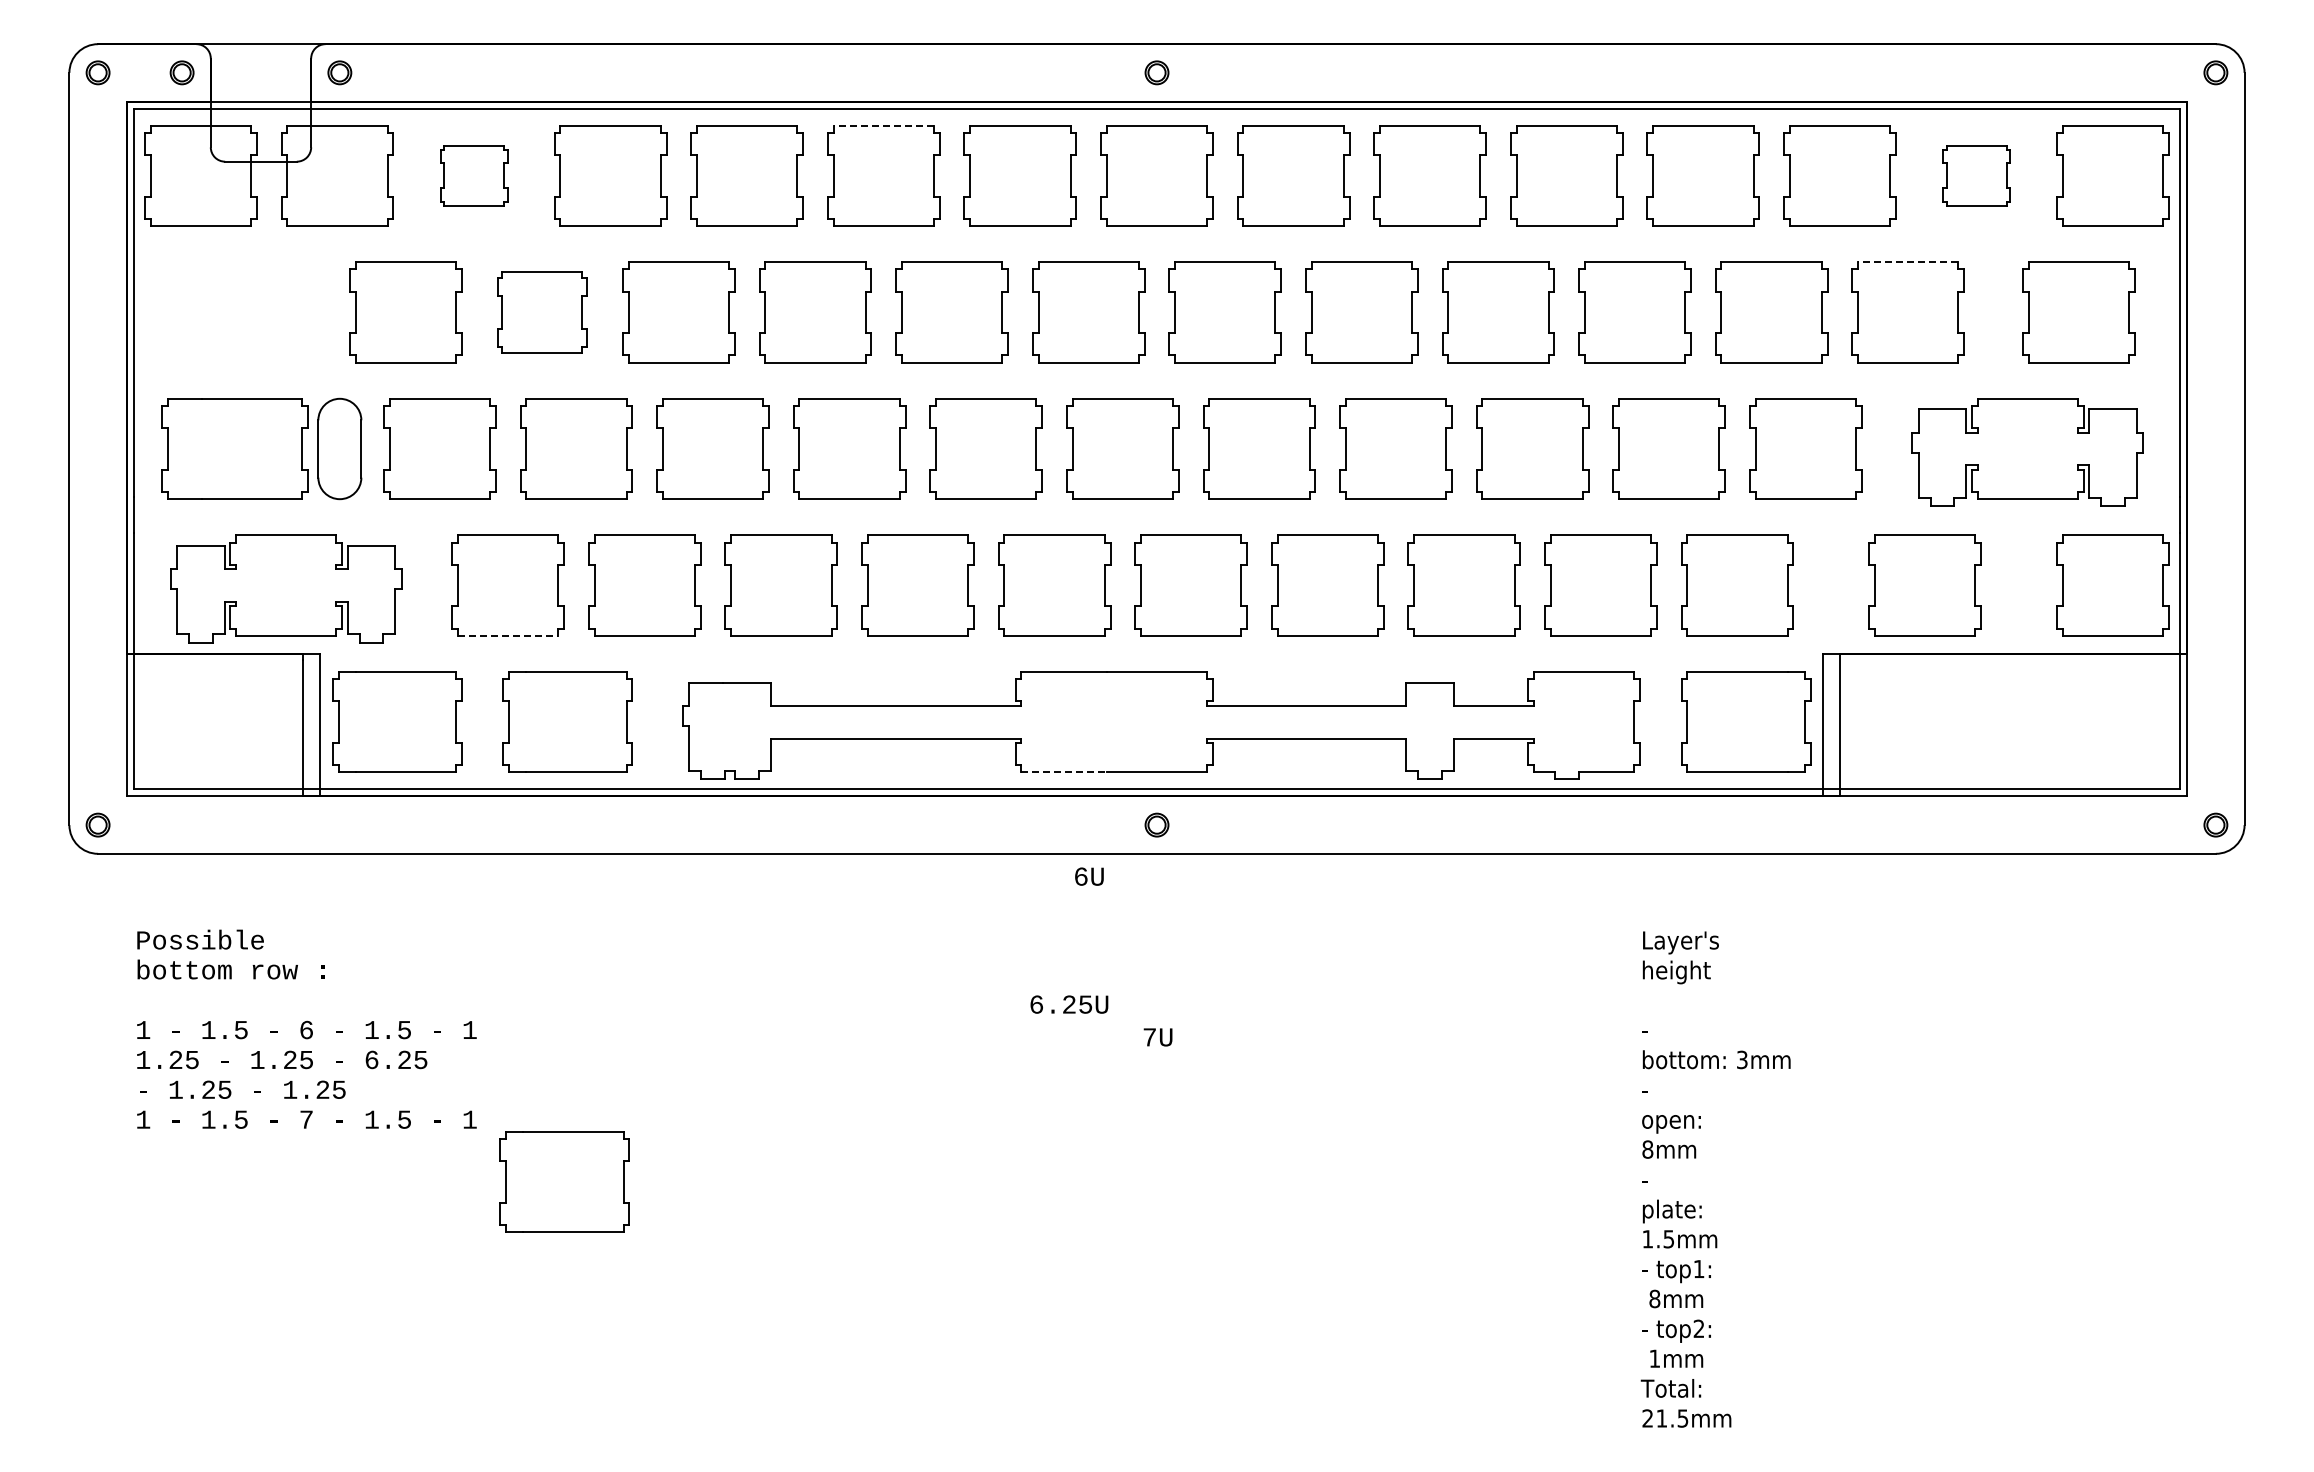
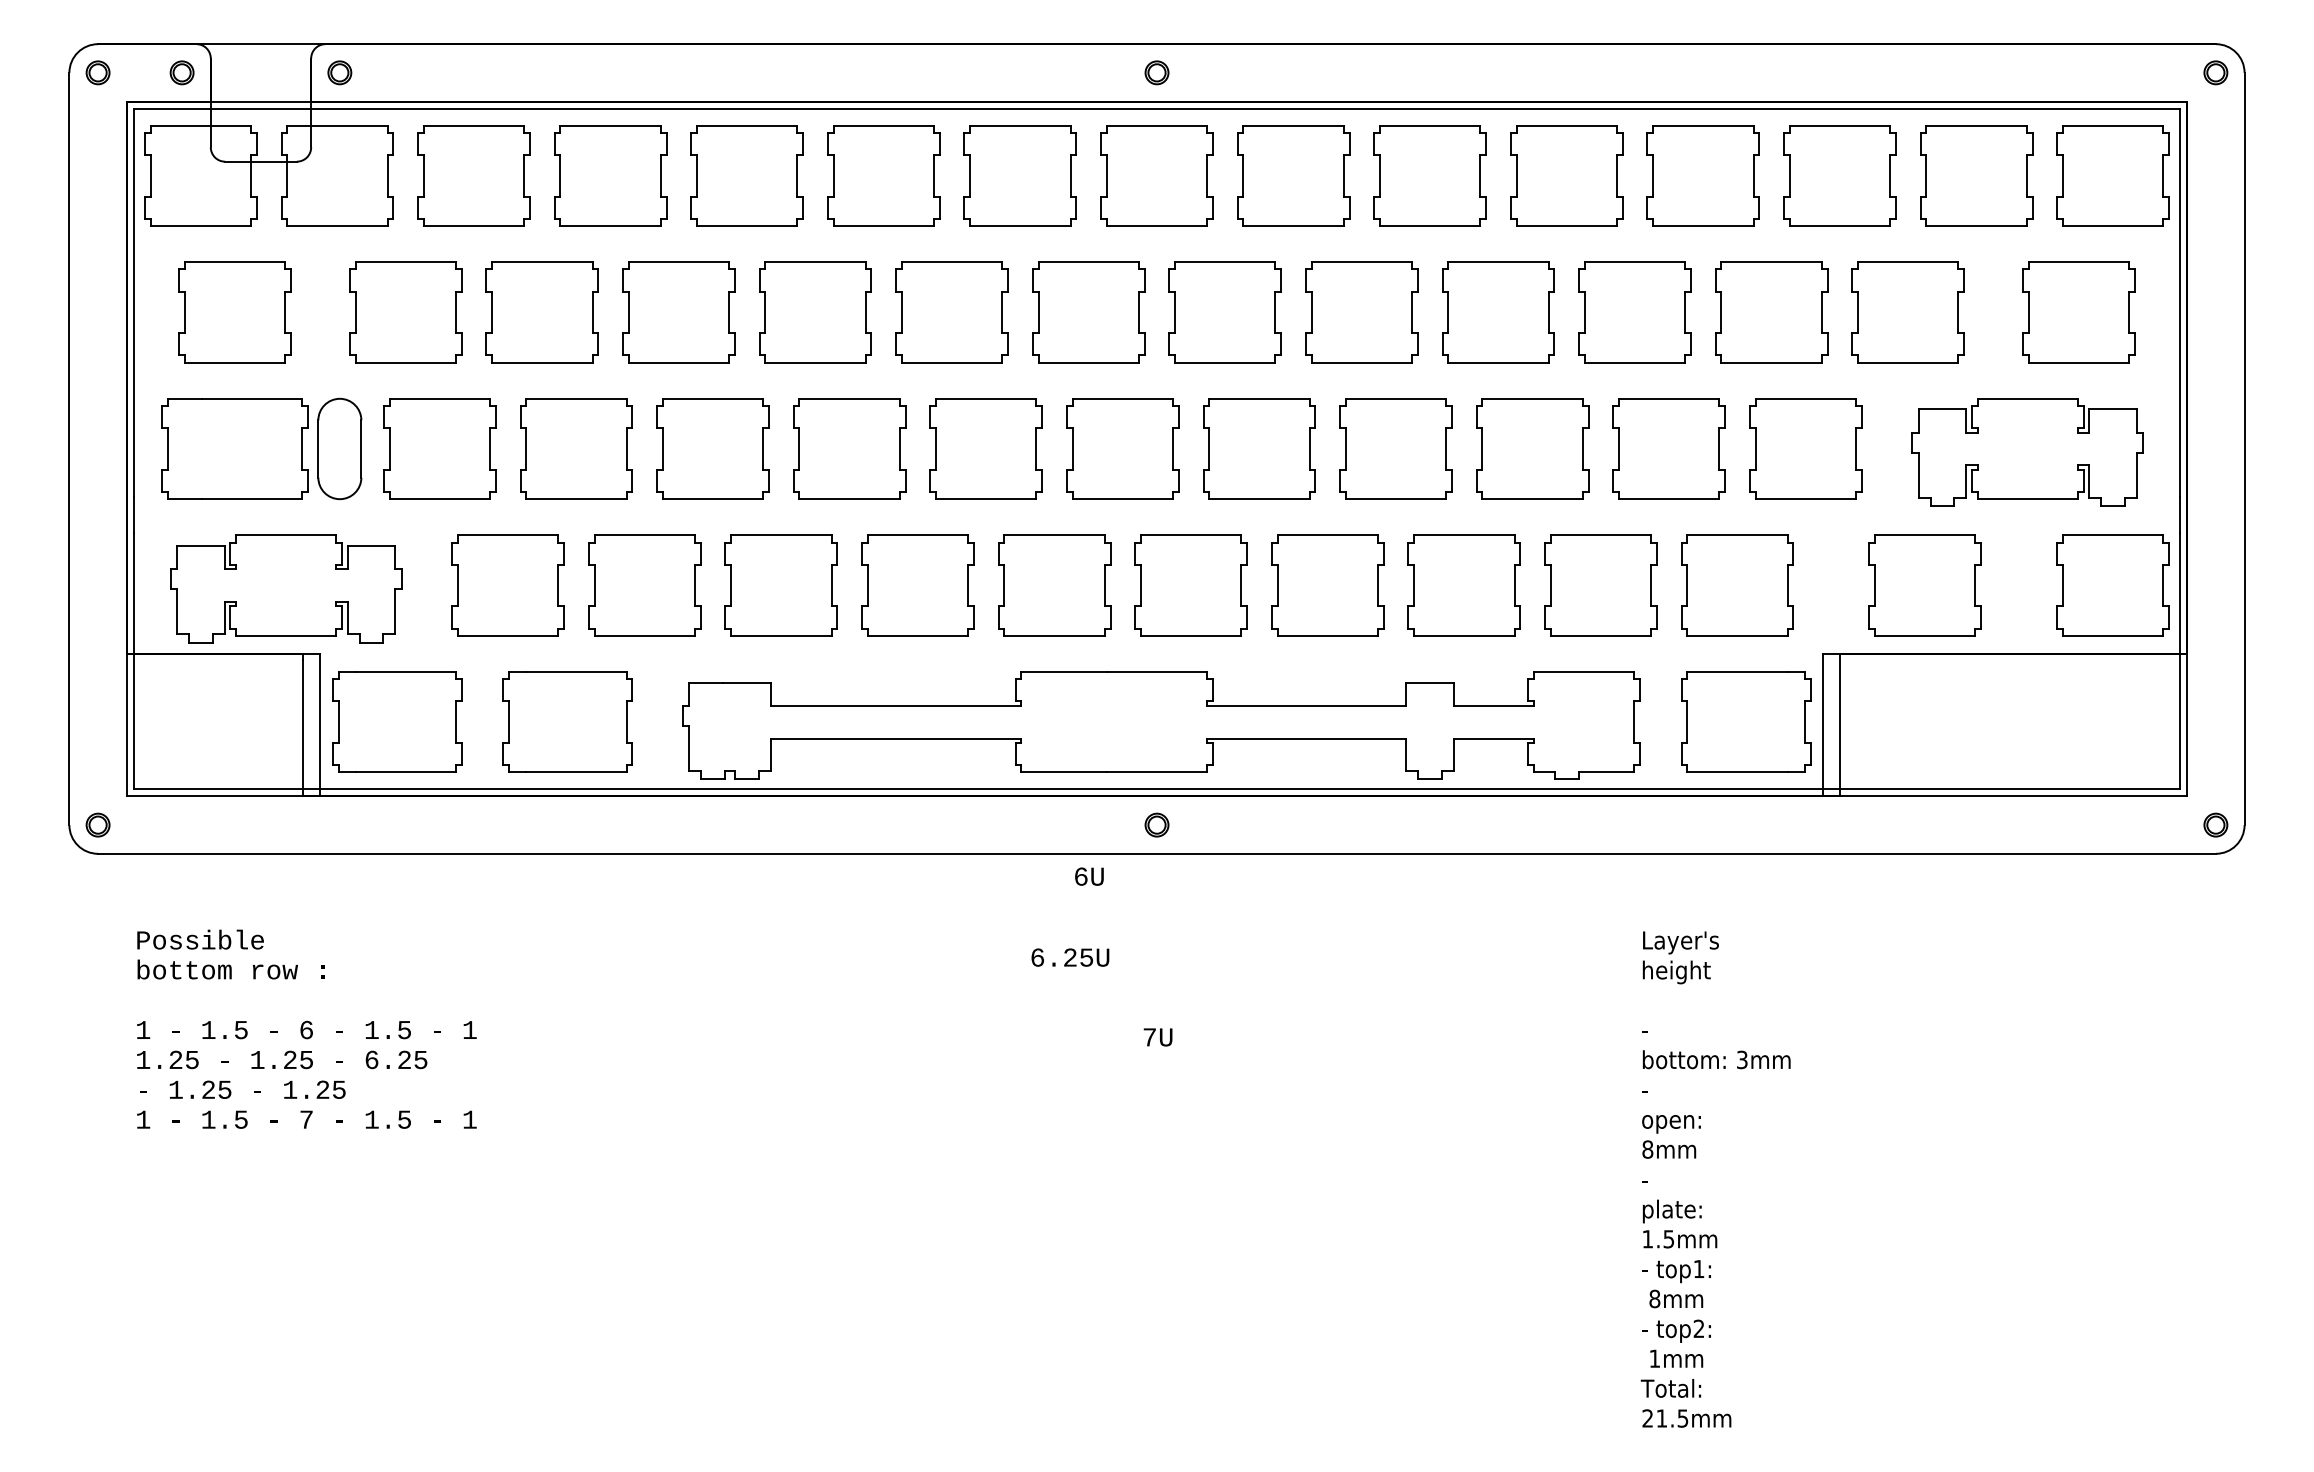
line at (883, 125): dashed -> solid
part at (474, 175) size: 69x62 px -> 114x102 px
part at (1976, 175) size: 69x62 px -> 114x102 px
line at (1907, 262): dashed -> solid
part at (234, 312): none -> present
part at (542, 312) size: 91x83 px -> 114x103 px
line at (508, 635): dashed -> solid
line at (1064, 772): dashed -> solid
text at (1069, 1004) position: (1069, 1004) -> (1070, 957)
part at (564, 1181): present -> none
